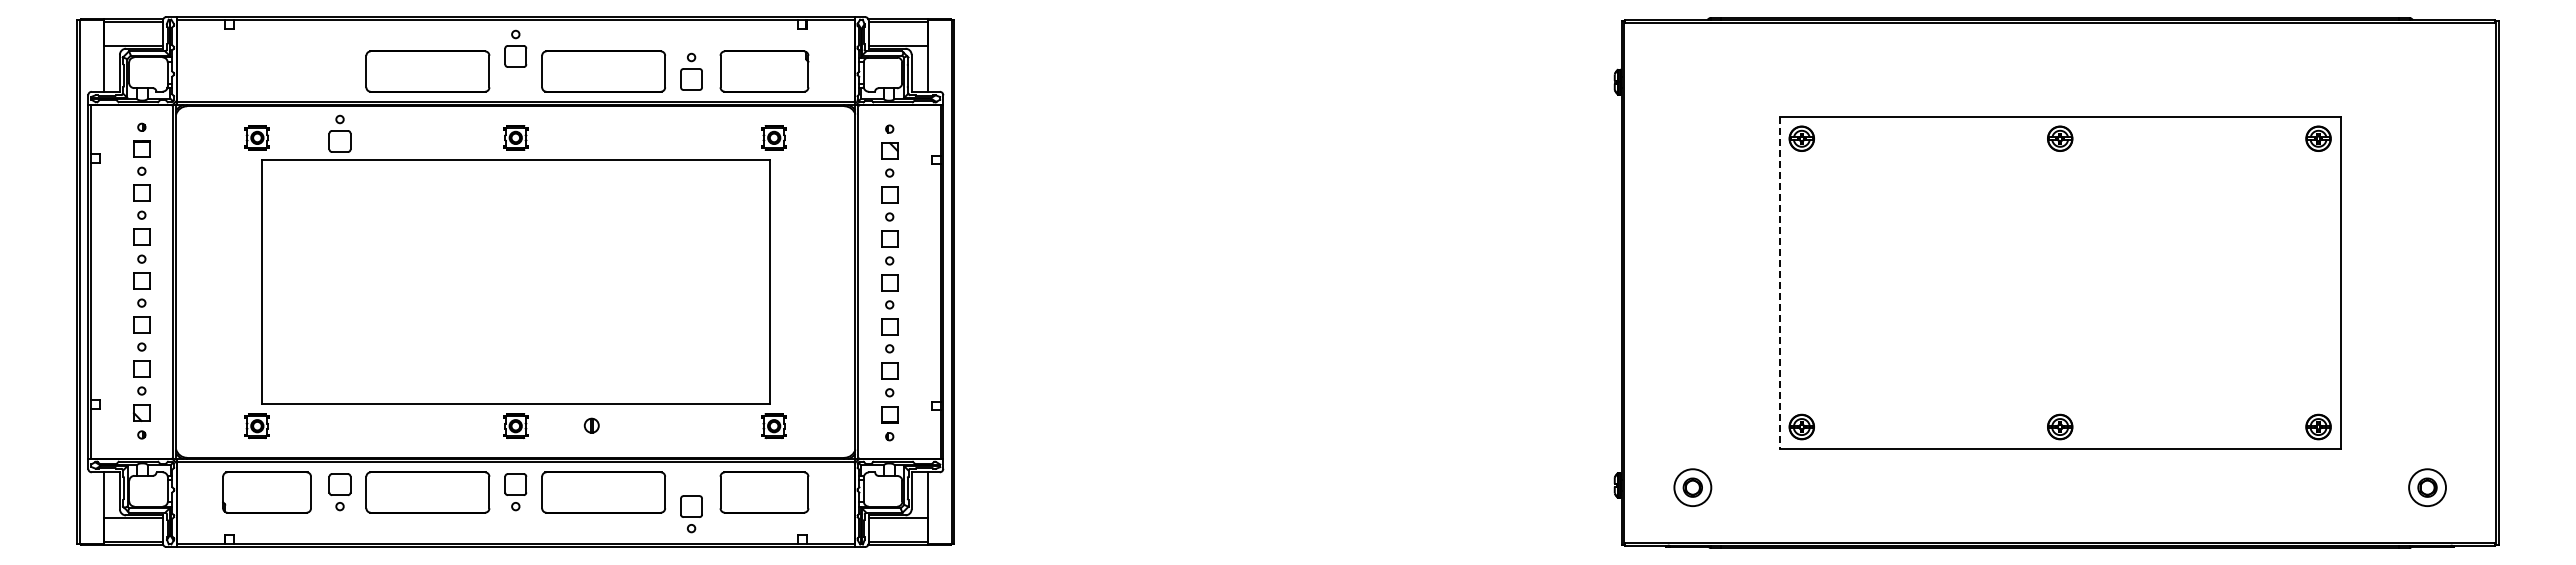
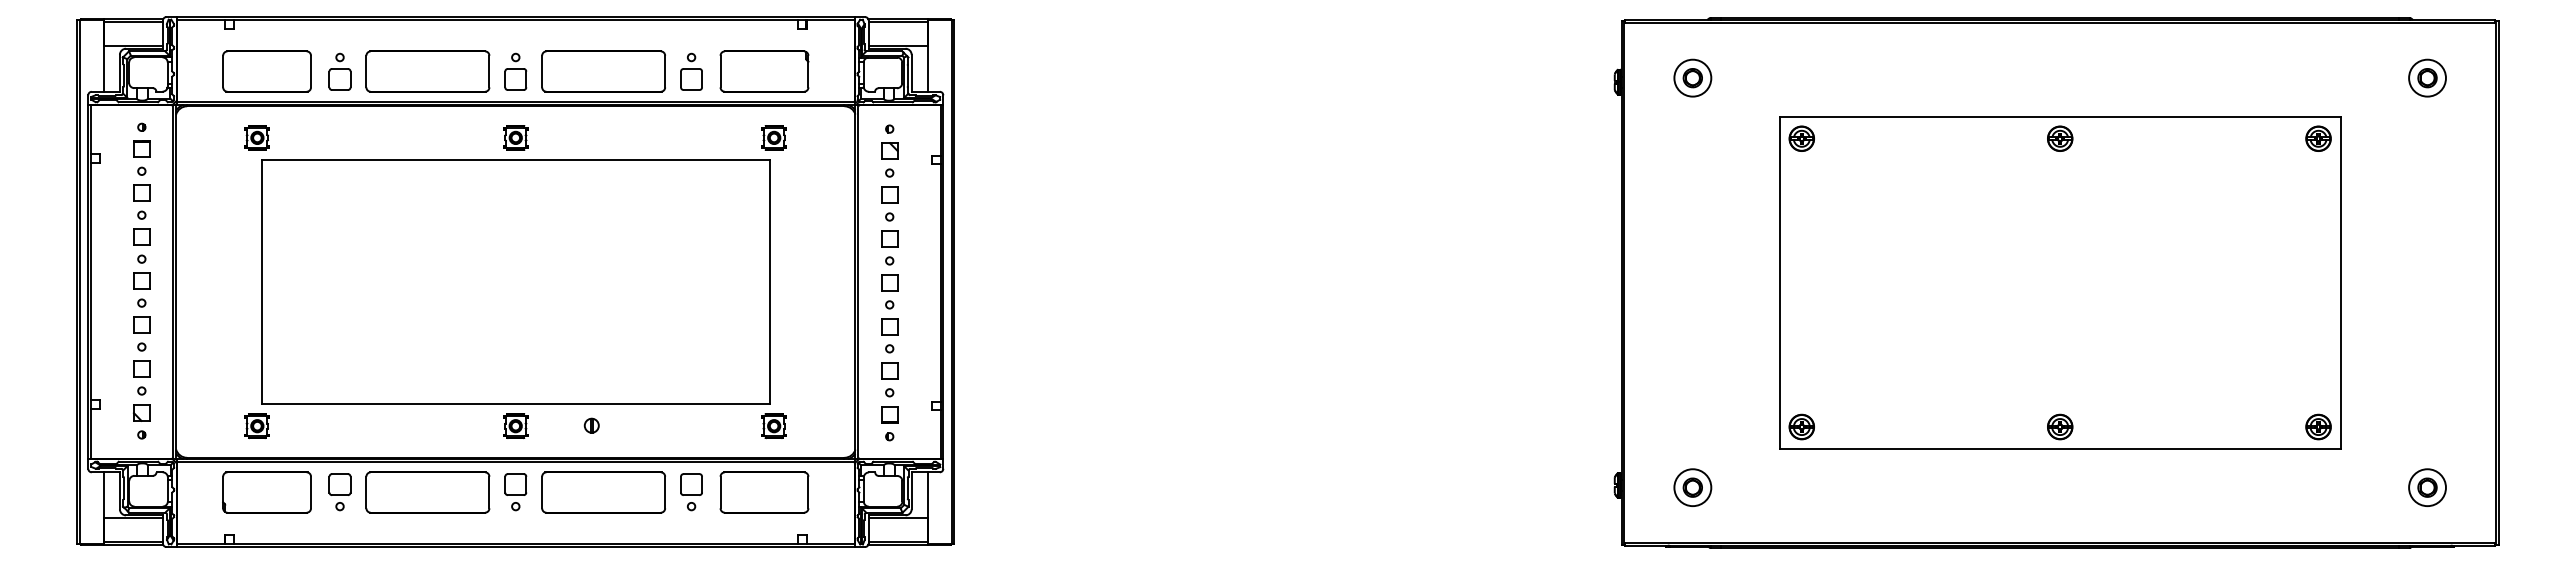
part at (515, 48) position: (515, 48) -> (515, 71)
part at (266, 71): none -> present
part at (1692, 77): none -> present
part at (2427, 77): none -> present
part at (339, 133) position: (339, 133) -> (339, 71)
line at (1779, 283): dashed -> solid
part at (691, 514) position: (691, 514) -> (691, 492)
